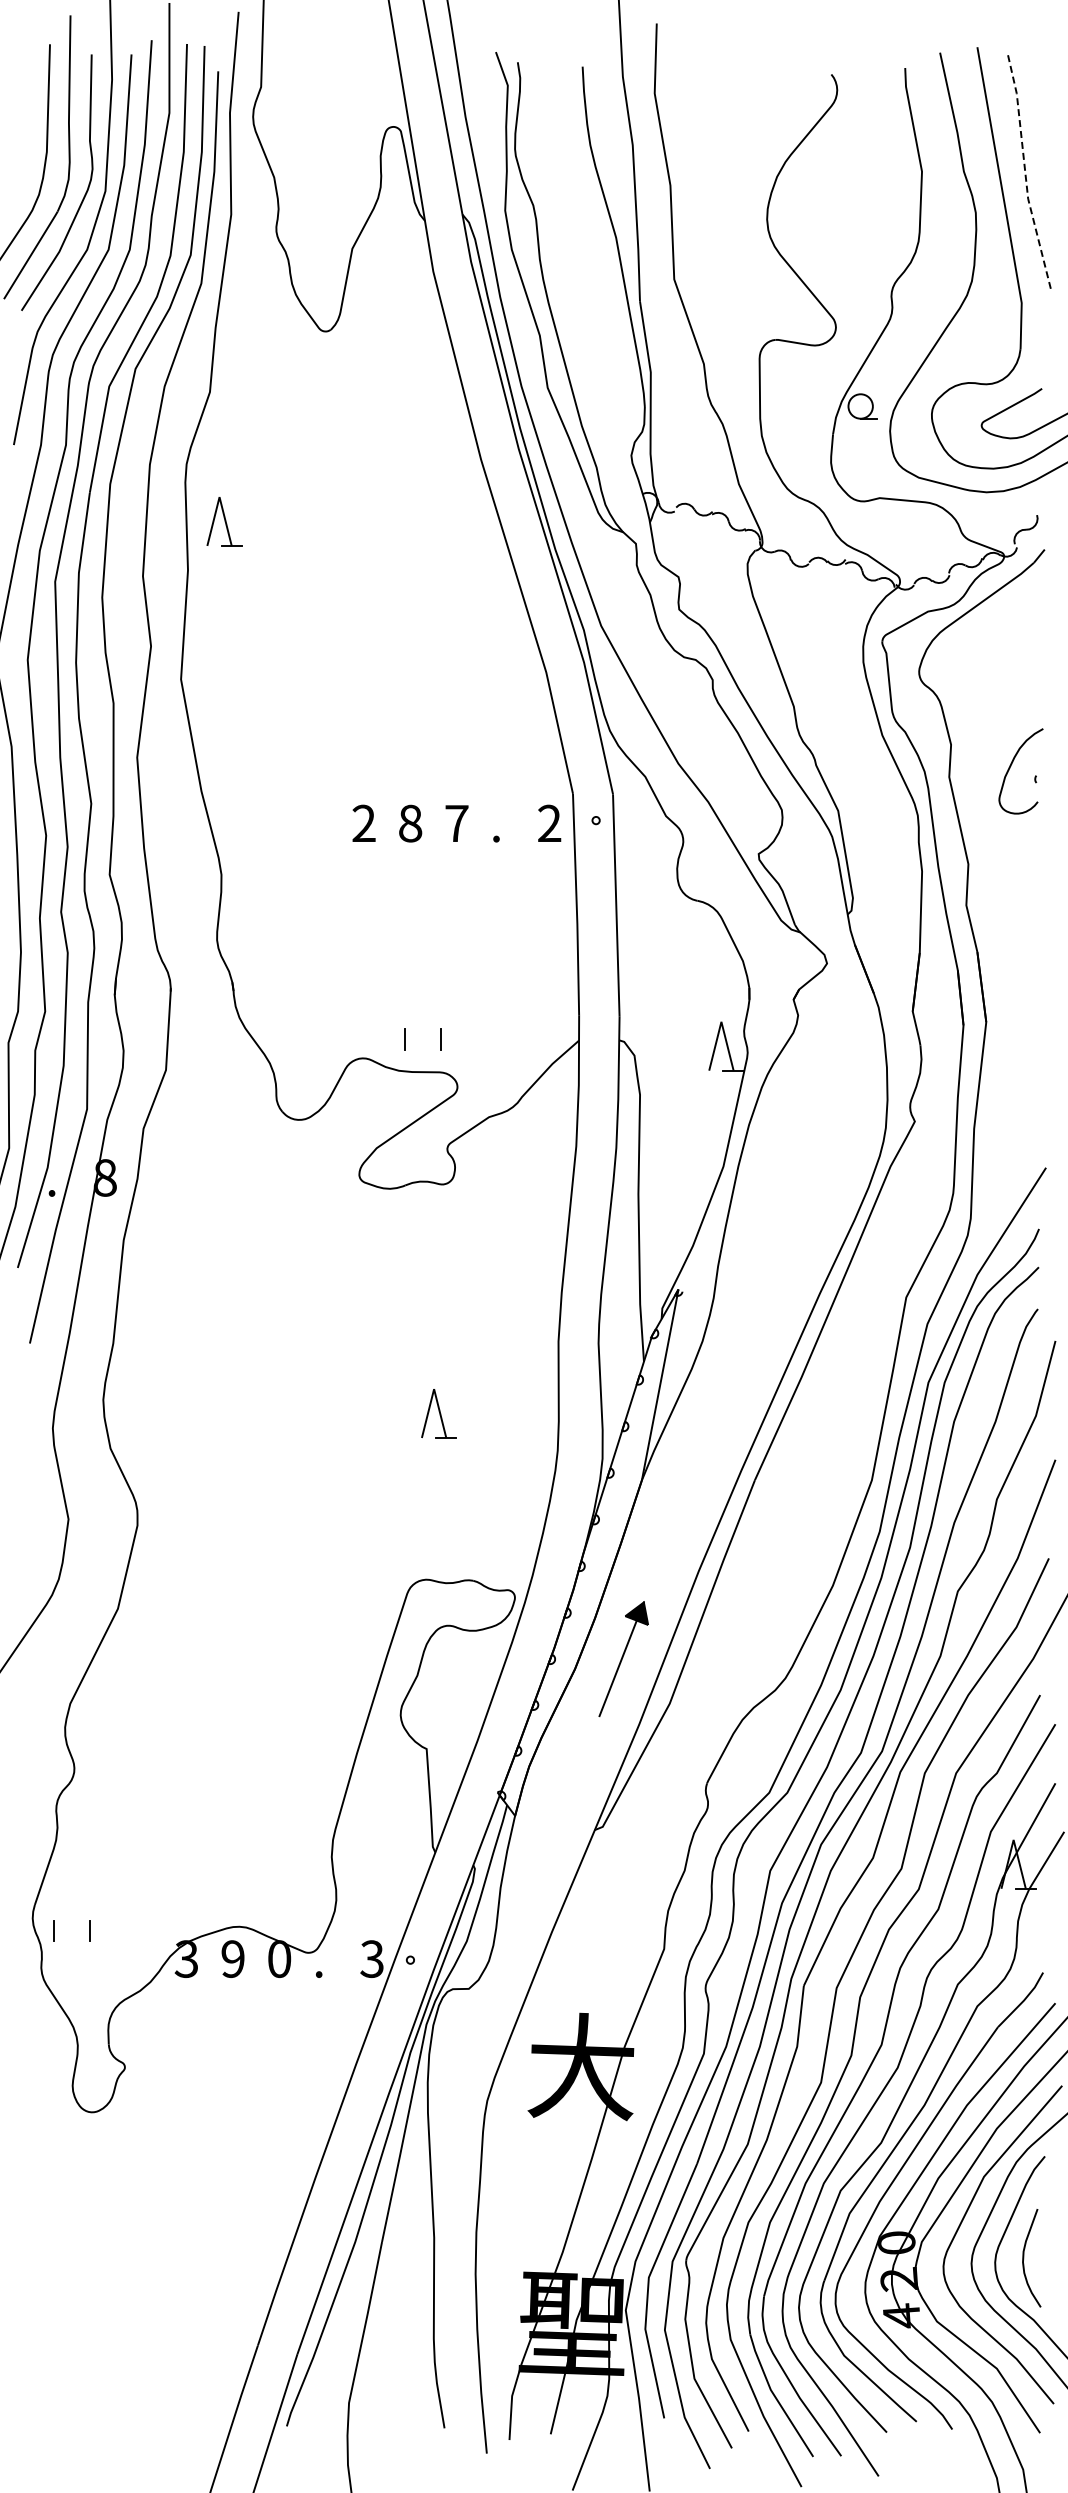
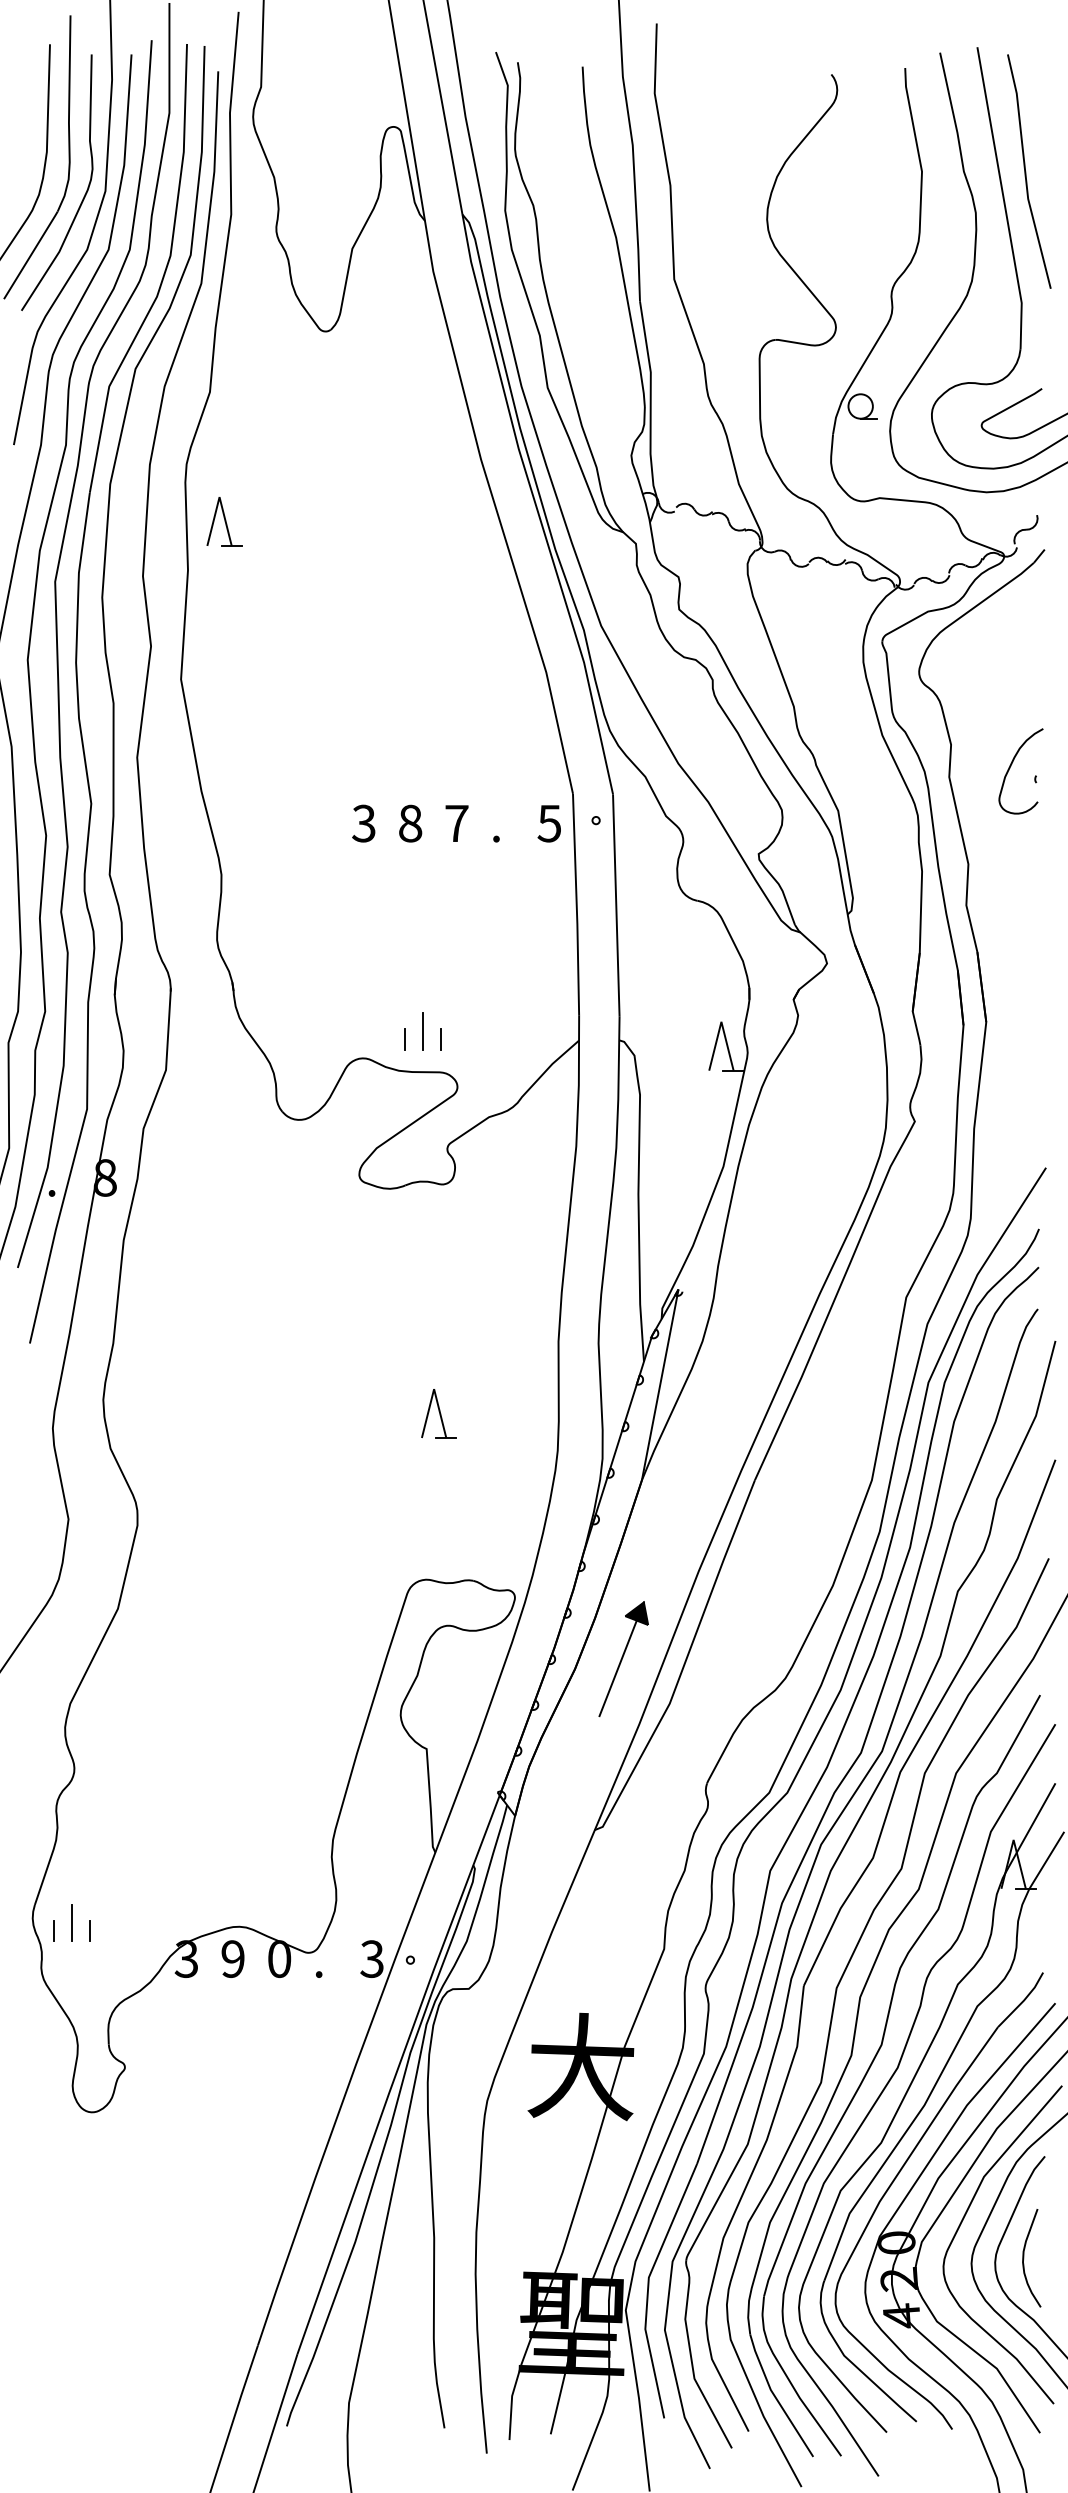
line at (1025, 171): dashed -> solid
text at (363, 823): 2 -> 3
text at (549, 823): 2 -> 5
line at (422, 1030): none -> present
line at (71, 1922): none -> present
